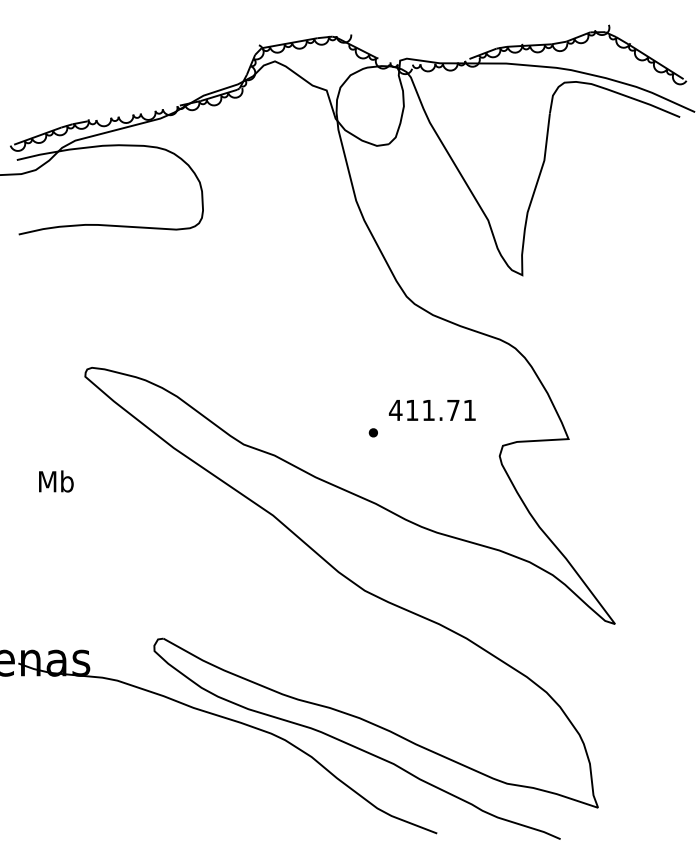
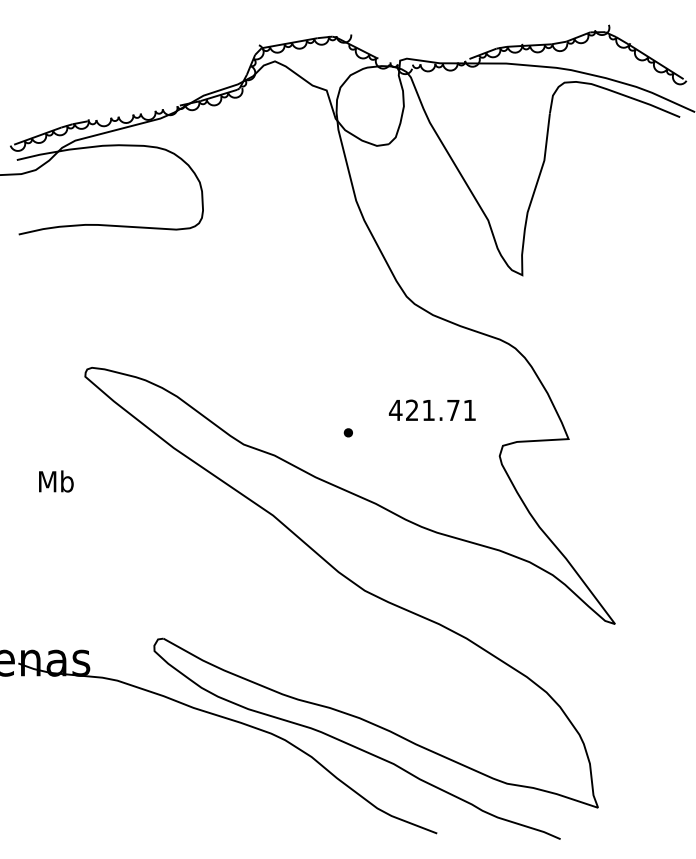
text at (412, 409): 411.71 -> 421.71
part at (372, 432) position: (372, 432) -> (347, 432)
